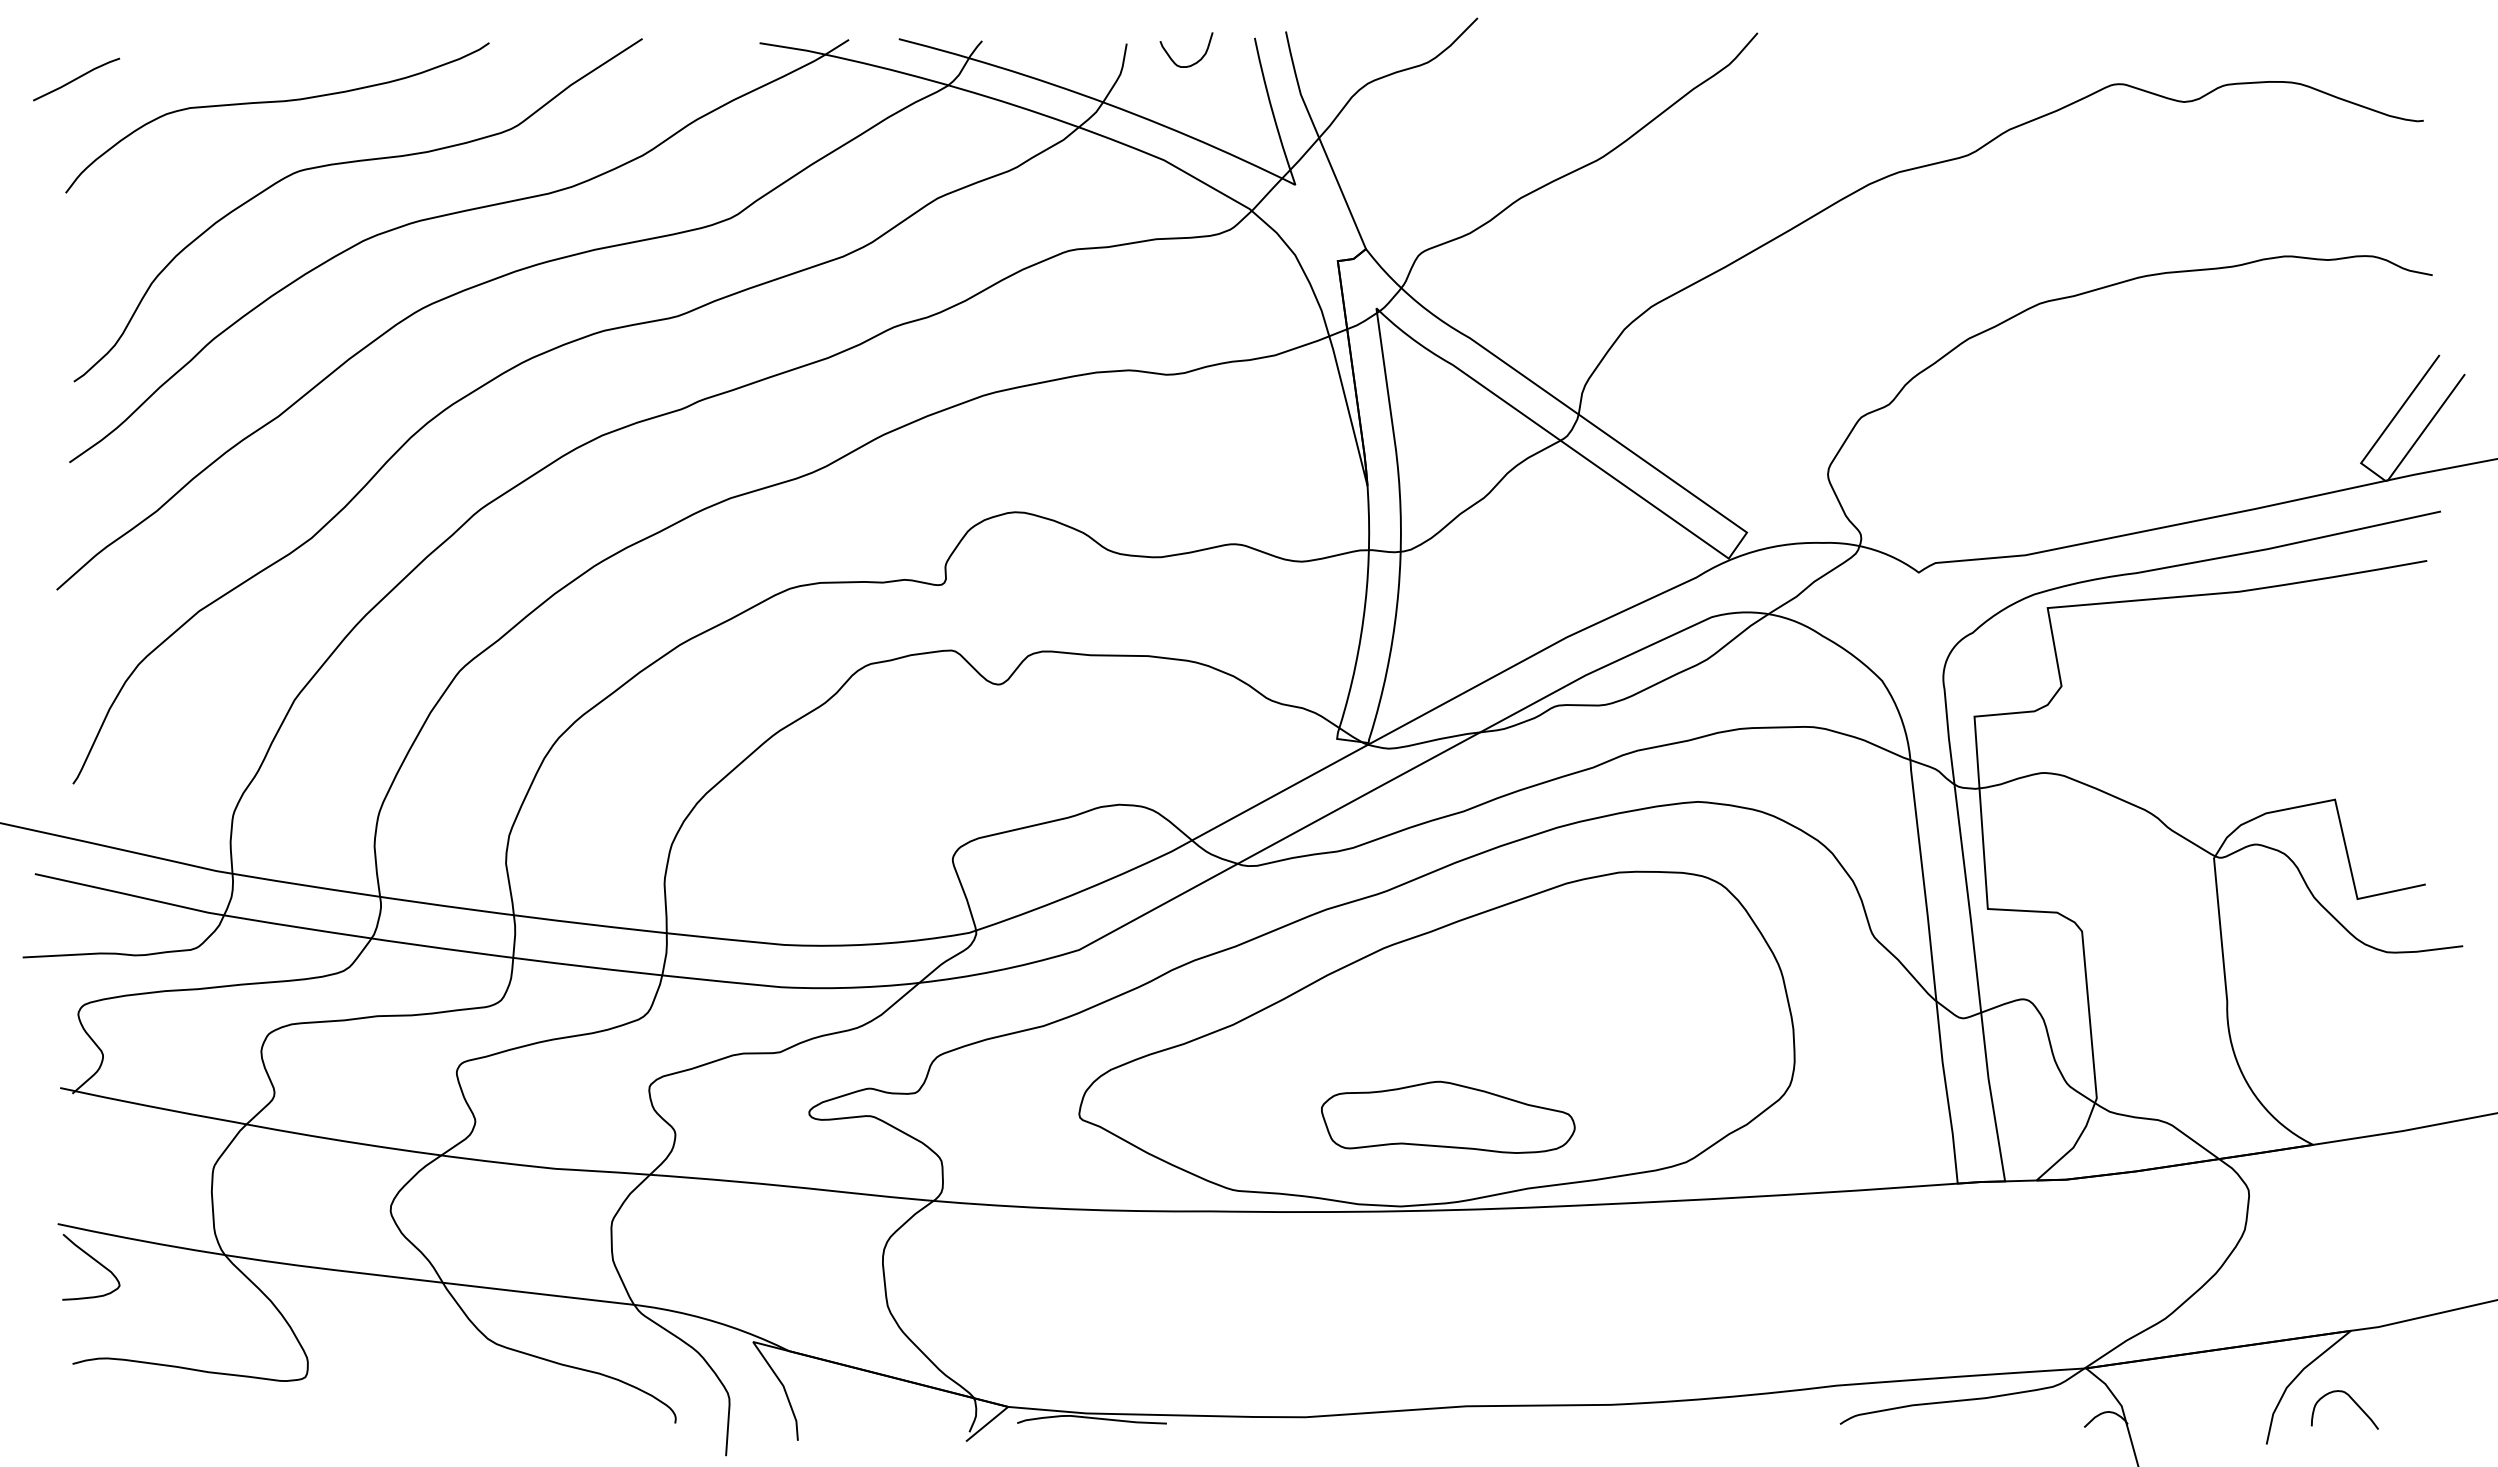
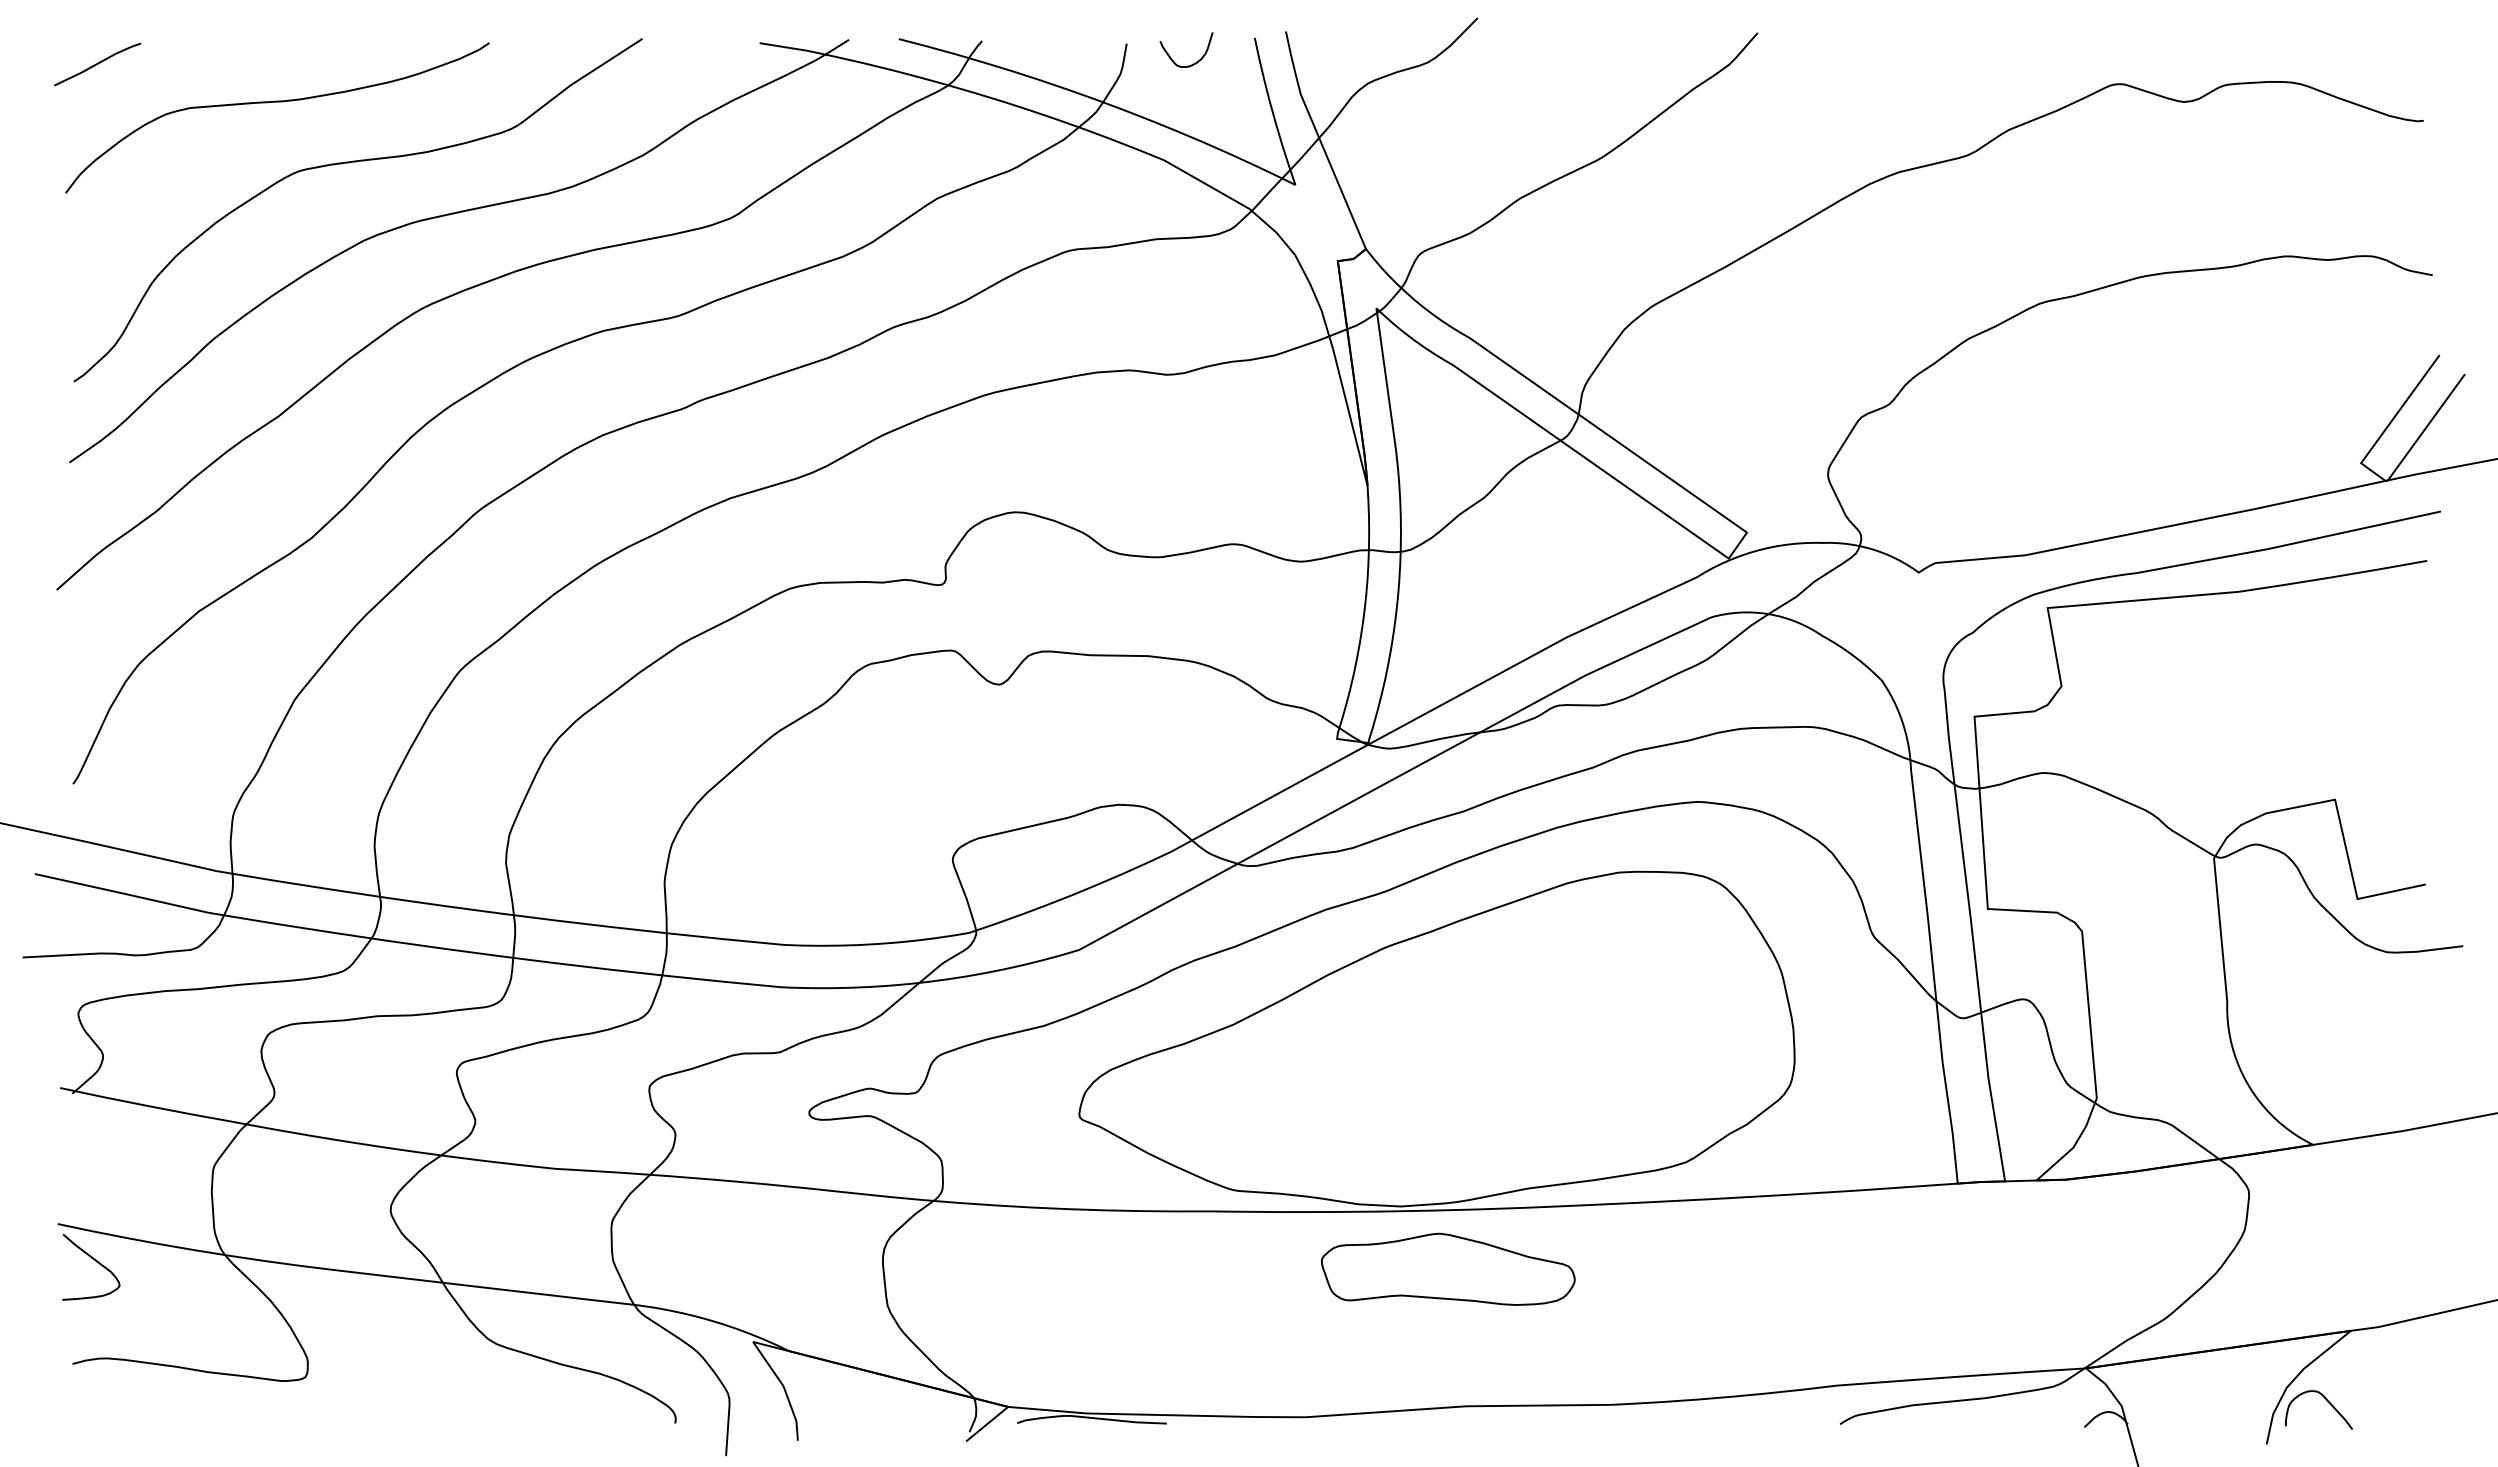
line at (76, 79) position: (76, 79) -> (97, 64)
part at (1448, 1116) position: (1448, 1116) -> (1448, 1268)
curve at (2354, 1403) position: (2354, 1403) -> (2328, 1403)
